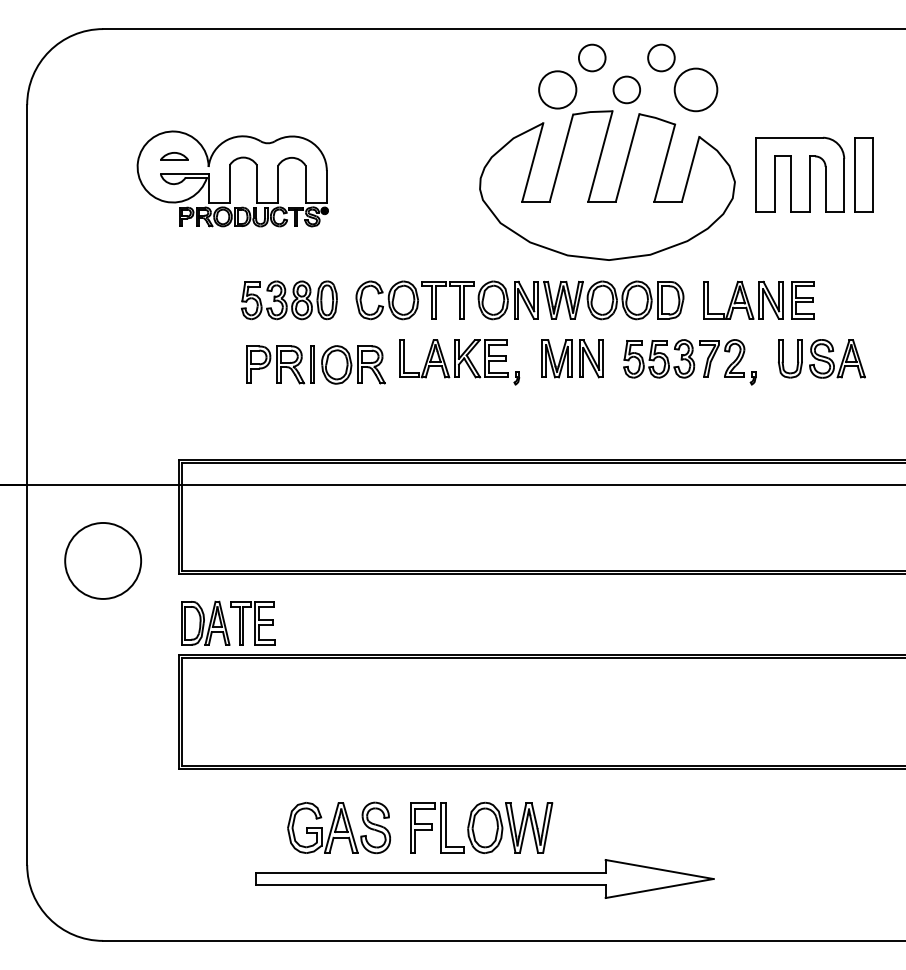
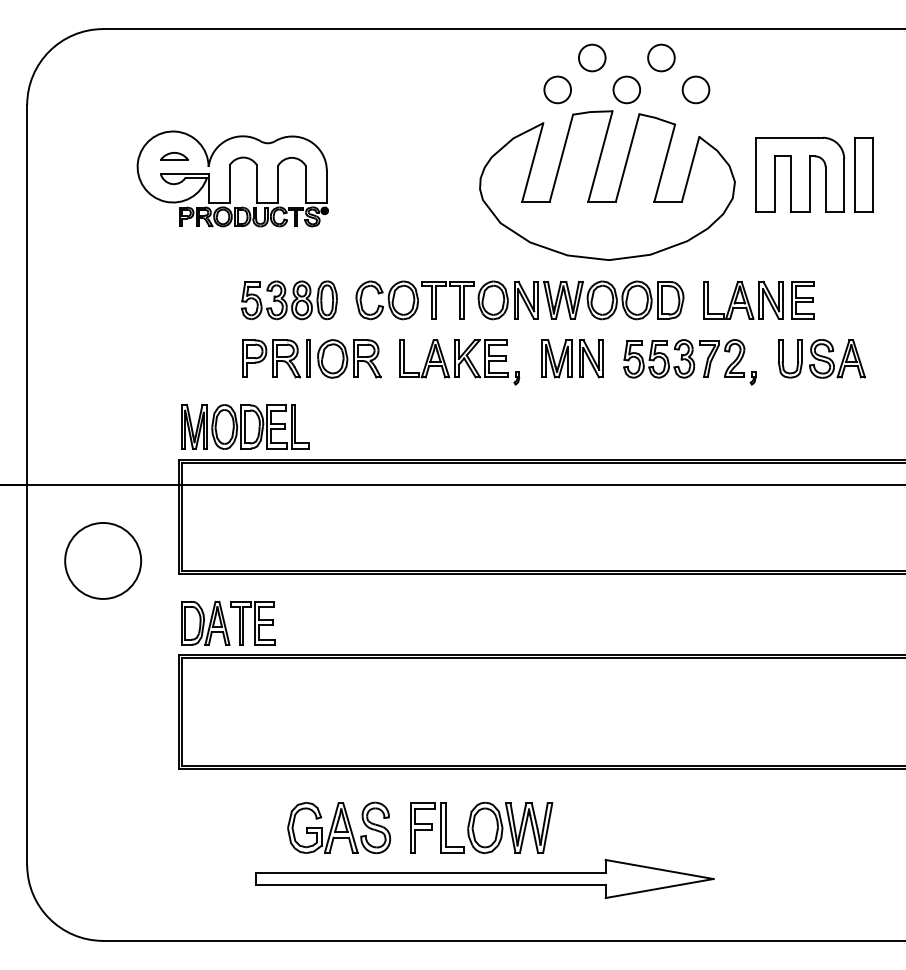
circle at (557, 89) diameter: 37 px -> 27 px
circle at (695, 89) diameter: 43 px -> 27 px
part at (315, 364) position: (315, 364) -> (311, 358)
part at (245, 426): none -> present
